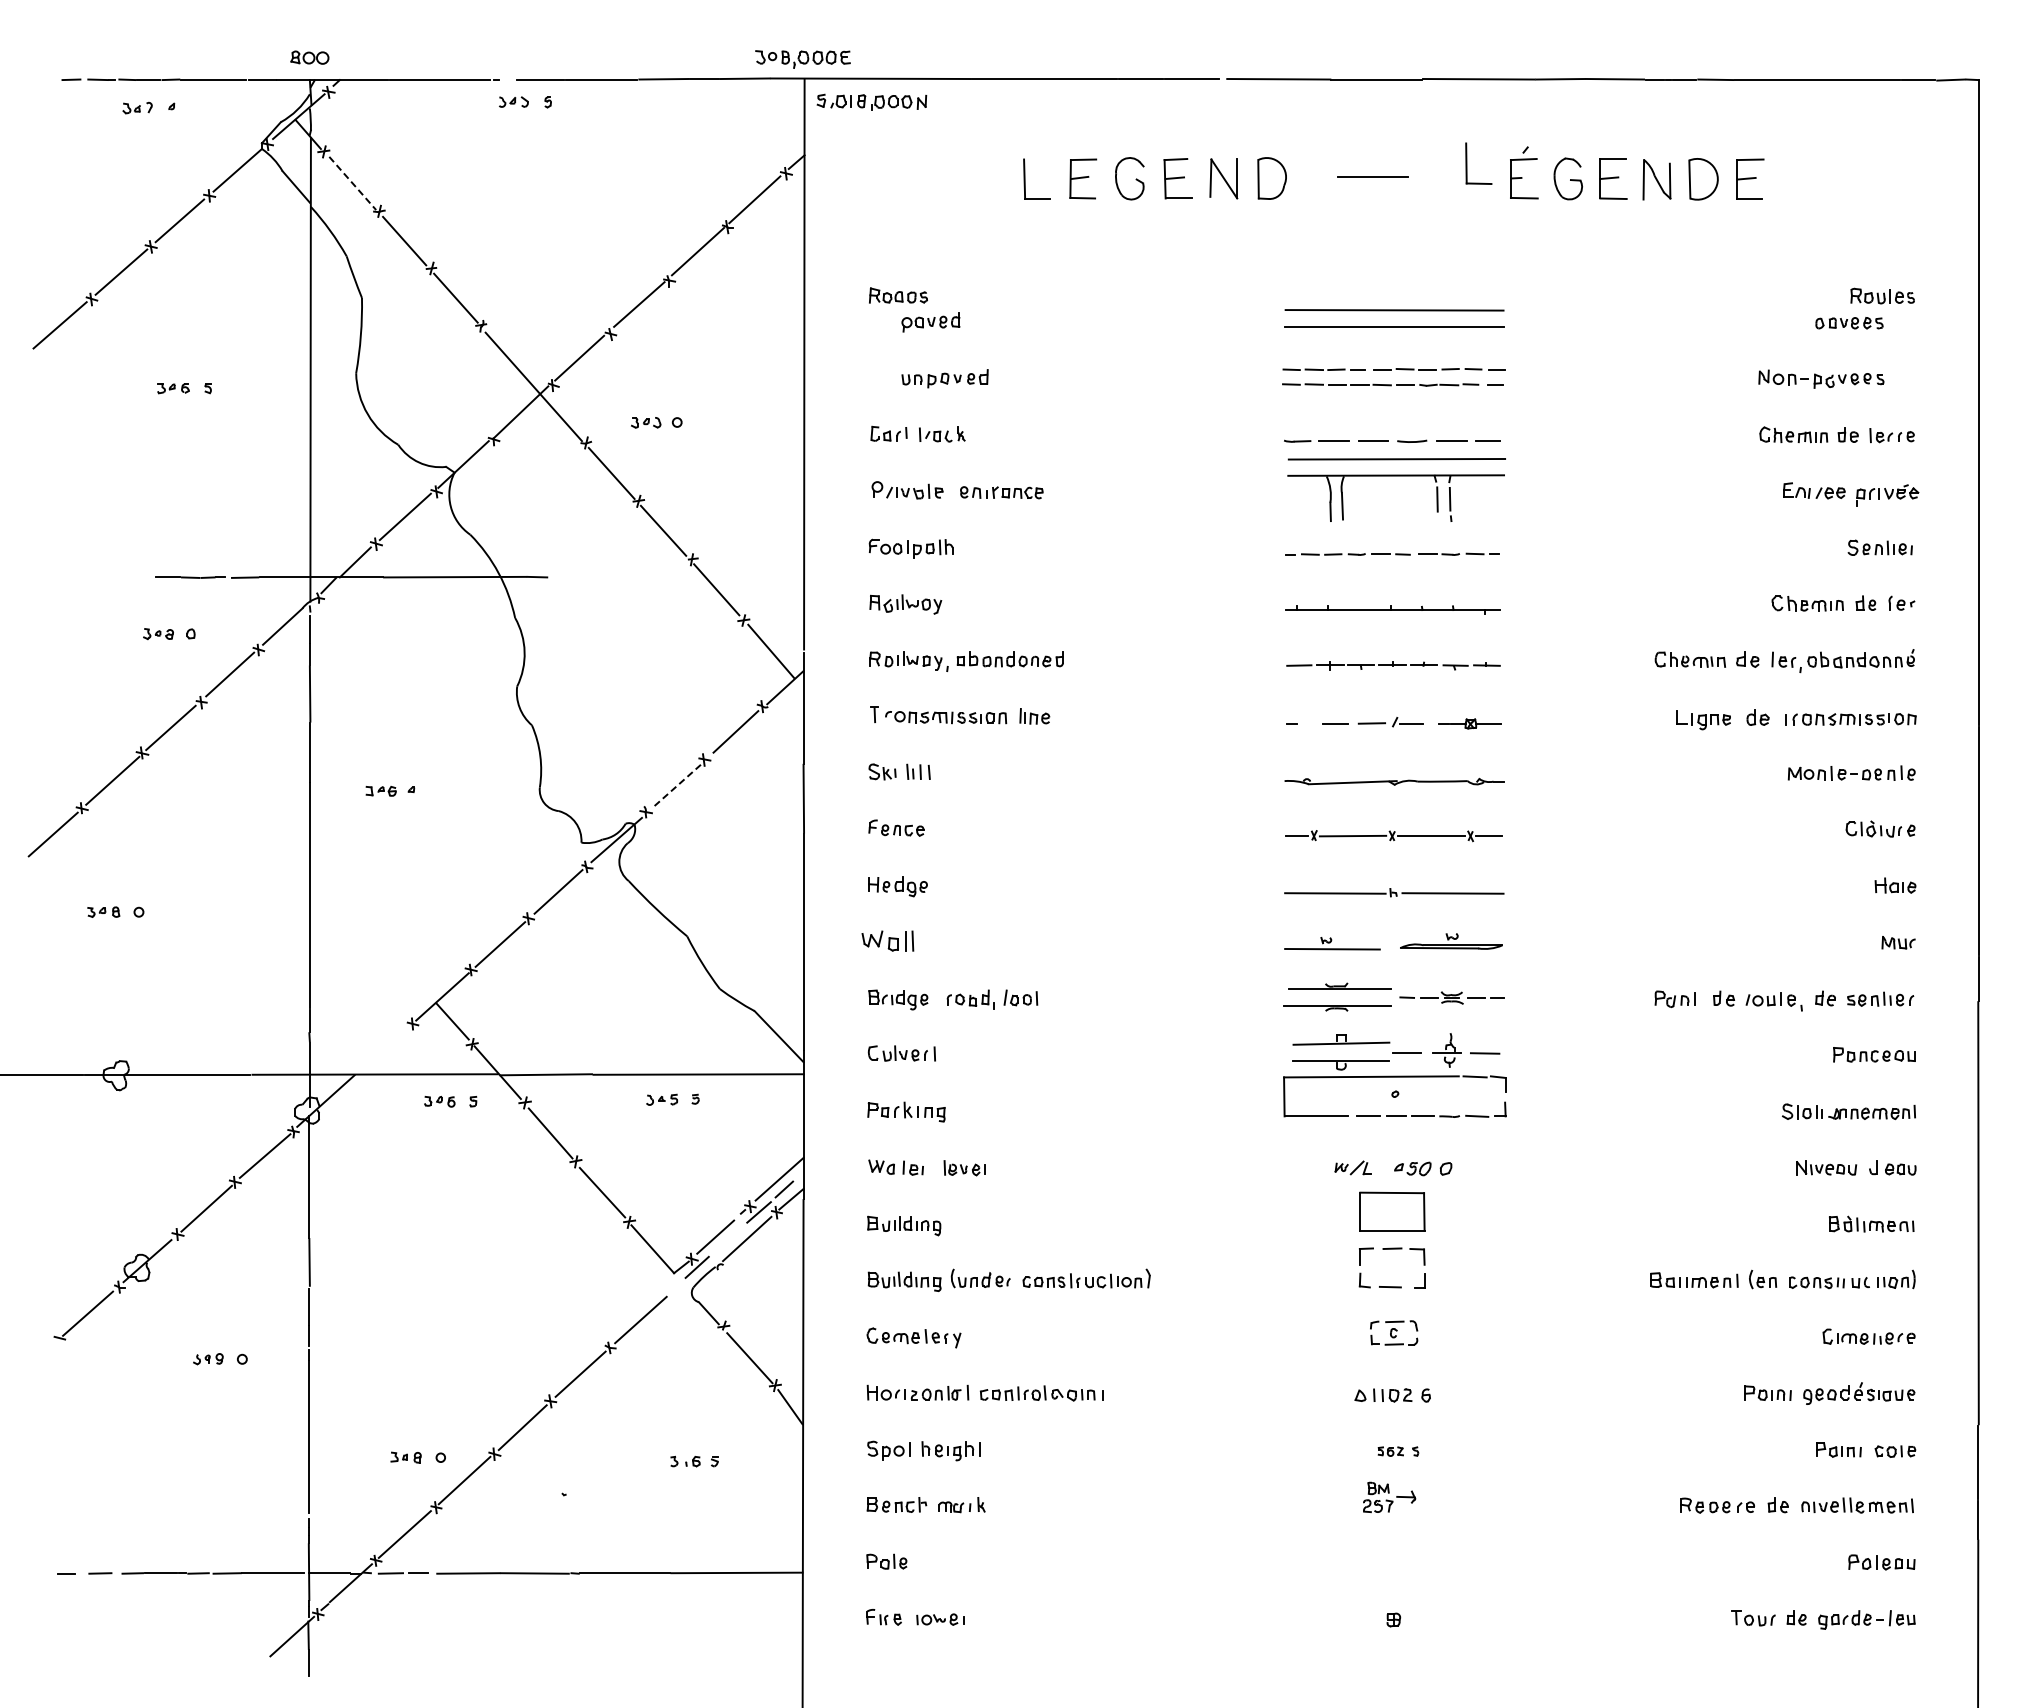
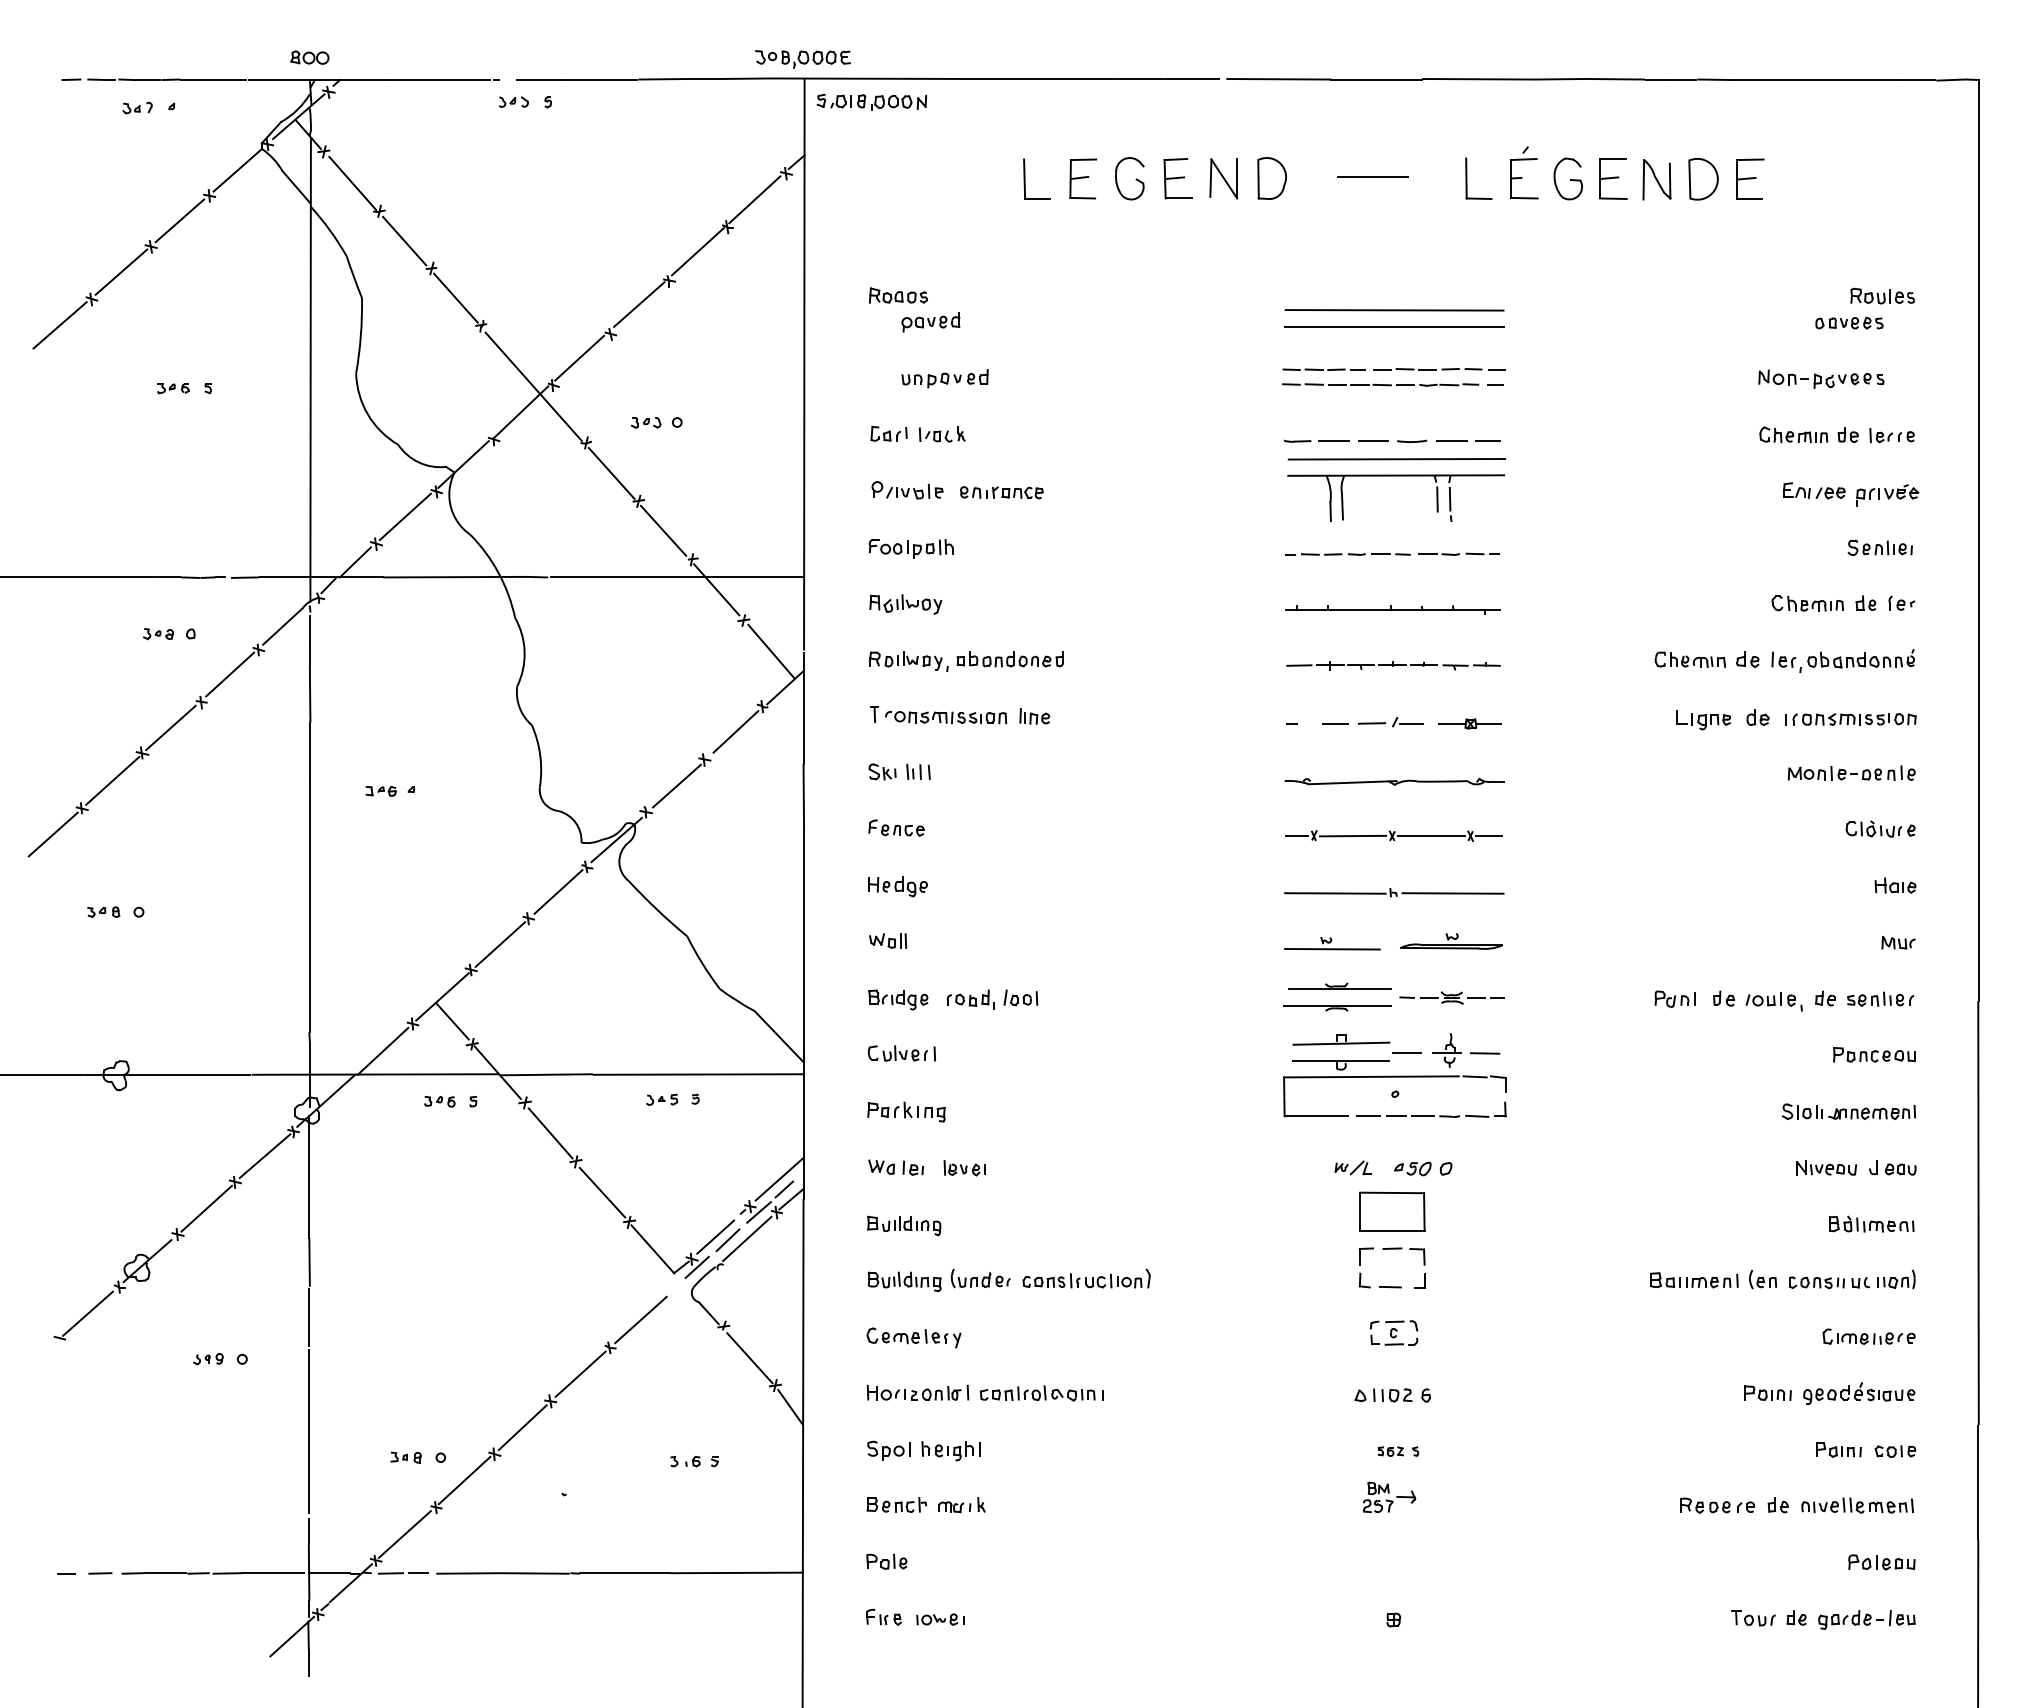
part at (1467, 163) position: (1467, 163) -> (1467, 178)
line at (353, 183): dashed -> solid
line at (677, 576): none -> present
line at (78, 577): none -> present
line at (676, 786): dashed -> solid
part at (887, 940) size: 54x22 px -> 39x16 px
line at (382, 1050): none -> present
line at (727, 1240): none -> present
